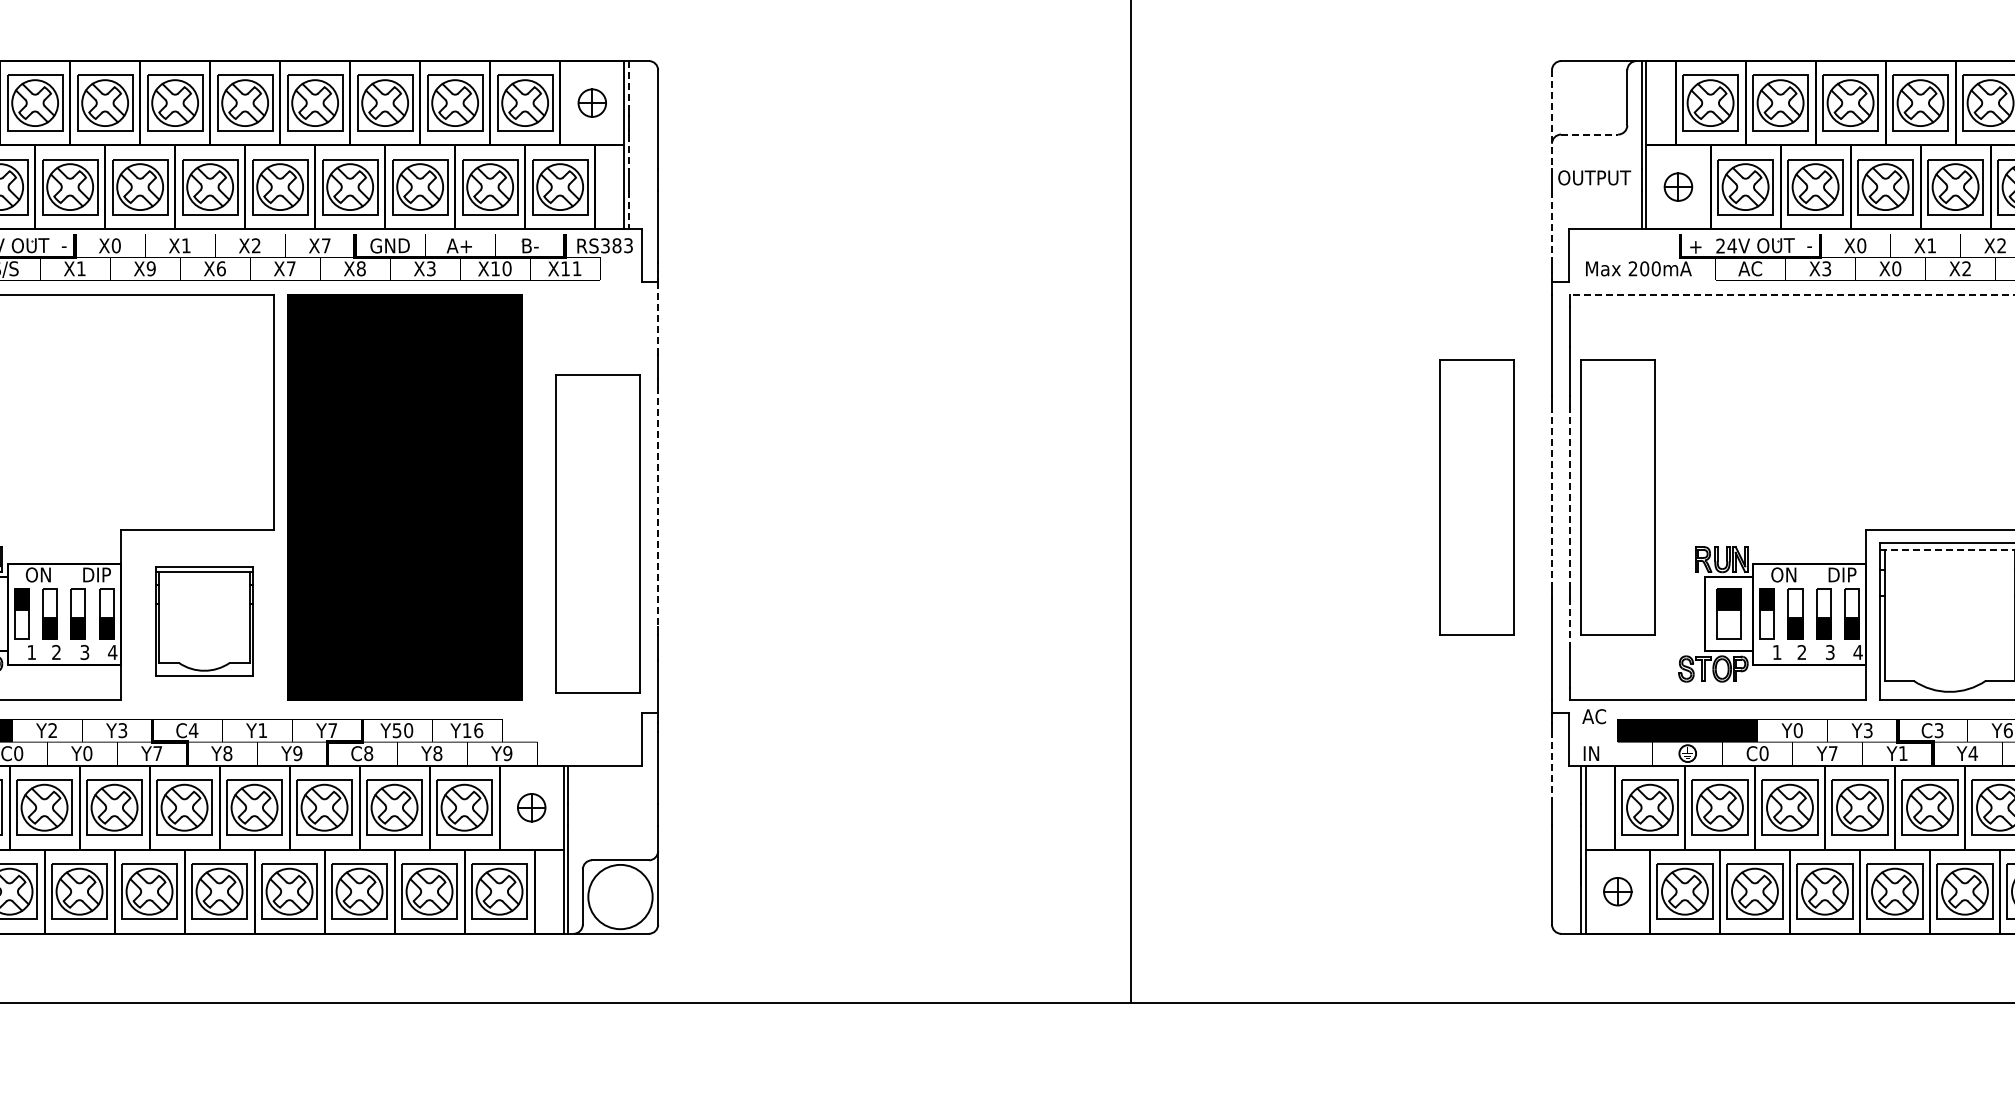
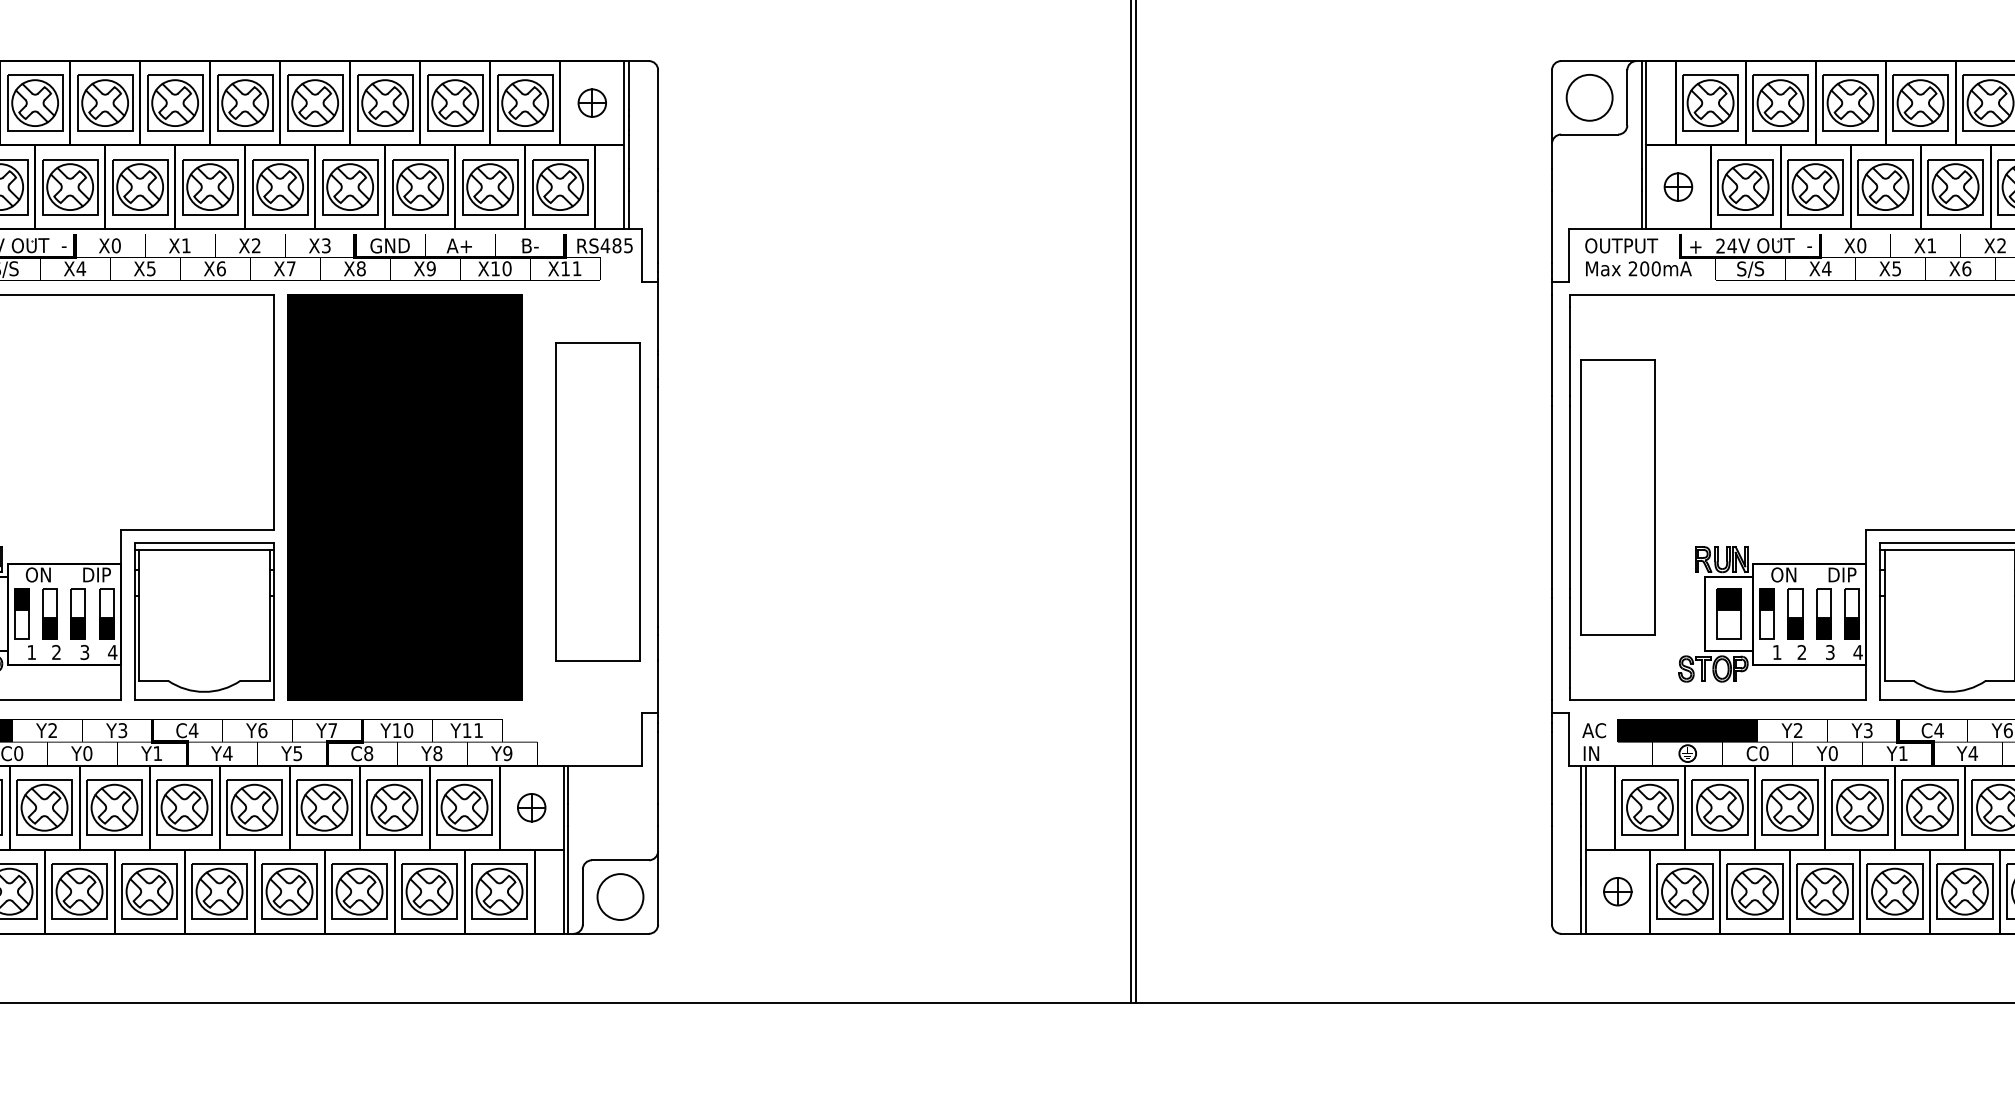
line at (628, 86): dashed -> solid
circle at (1589, 97): none -> present
line at (1552, 120): dashed -> solid
line at (1590, 134): dashed -> solid
line at (628, 152): dashed -> solid
text at (1594, 177) position: (1594, 177) -> (1621, 245)
line at (628, 210): dashed -> solid
line at (1552, 227): dashed -> solid
text at (326, 245): X7 -> X3
text at (616, 245): RS383 -> RS485
text at (81, 268): X1 -> X4
text at (150, 268): X9 -> X5
text at (430, 268): X3 -> X9
text at (1826, 268): X3 -> X4
text at (1896, 268): X0 -> X5
text at (1966, 268): X2 -> X6
text at (1750, 269): AC -> S/S
line at (1791, 295): dashed -> solid
line at (658, 316): dashed -> solid
part at (1476, 497): present -> none
line at (1552, 497): dashed -> solid
line at (1570, 497): dashed -> solid
line at (1136, 502): none -> present
line at (658, 506): dashed -> solid
part at (597, 533) position: (597, 533) -> (597, 501)
line at (1947, 550): dashed -> solid
part at (204, 621) size: 99x111 px -> 141x159 px
line at (1570, 623): dashed -> solid
text at (1593, 716) position: (1593, 716) -> (1593, 730)
text at (262, 730): Y1 -> Y6
text at (396, 730): Y50 -> Y10
text at (478, 730): Y16 -> Y11
text at (1797, 730): Y0 -> Y2
text at (1938, 730): C3 -> C4
text at (157, 753): Y7 -> Y1
text at (227, 753): Y8 -> Y4
text at (297, 753): Y9 -> Y5
text at (1832, 753): Y7 -> Y0
line at (1552, 767): dashed -> solid
circle at (620, 896) diameter: 64 px -> 46 px
